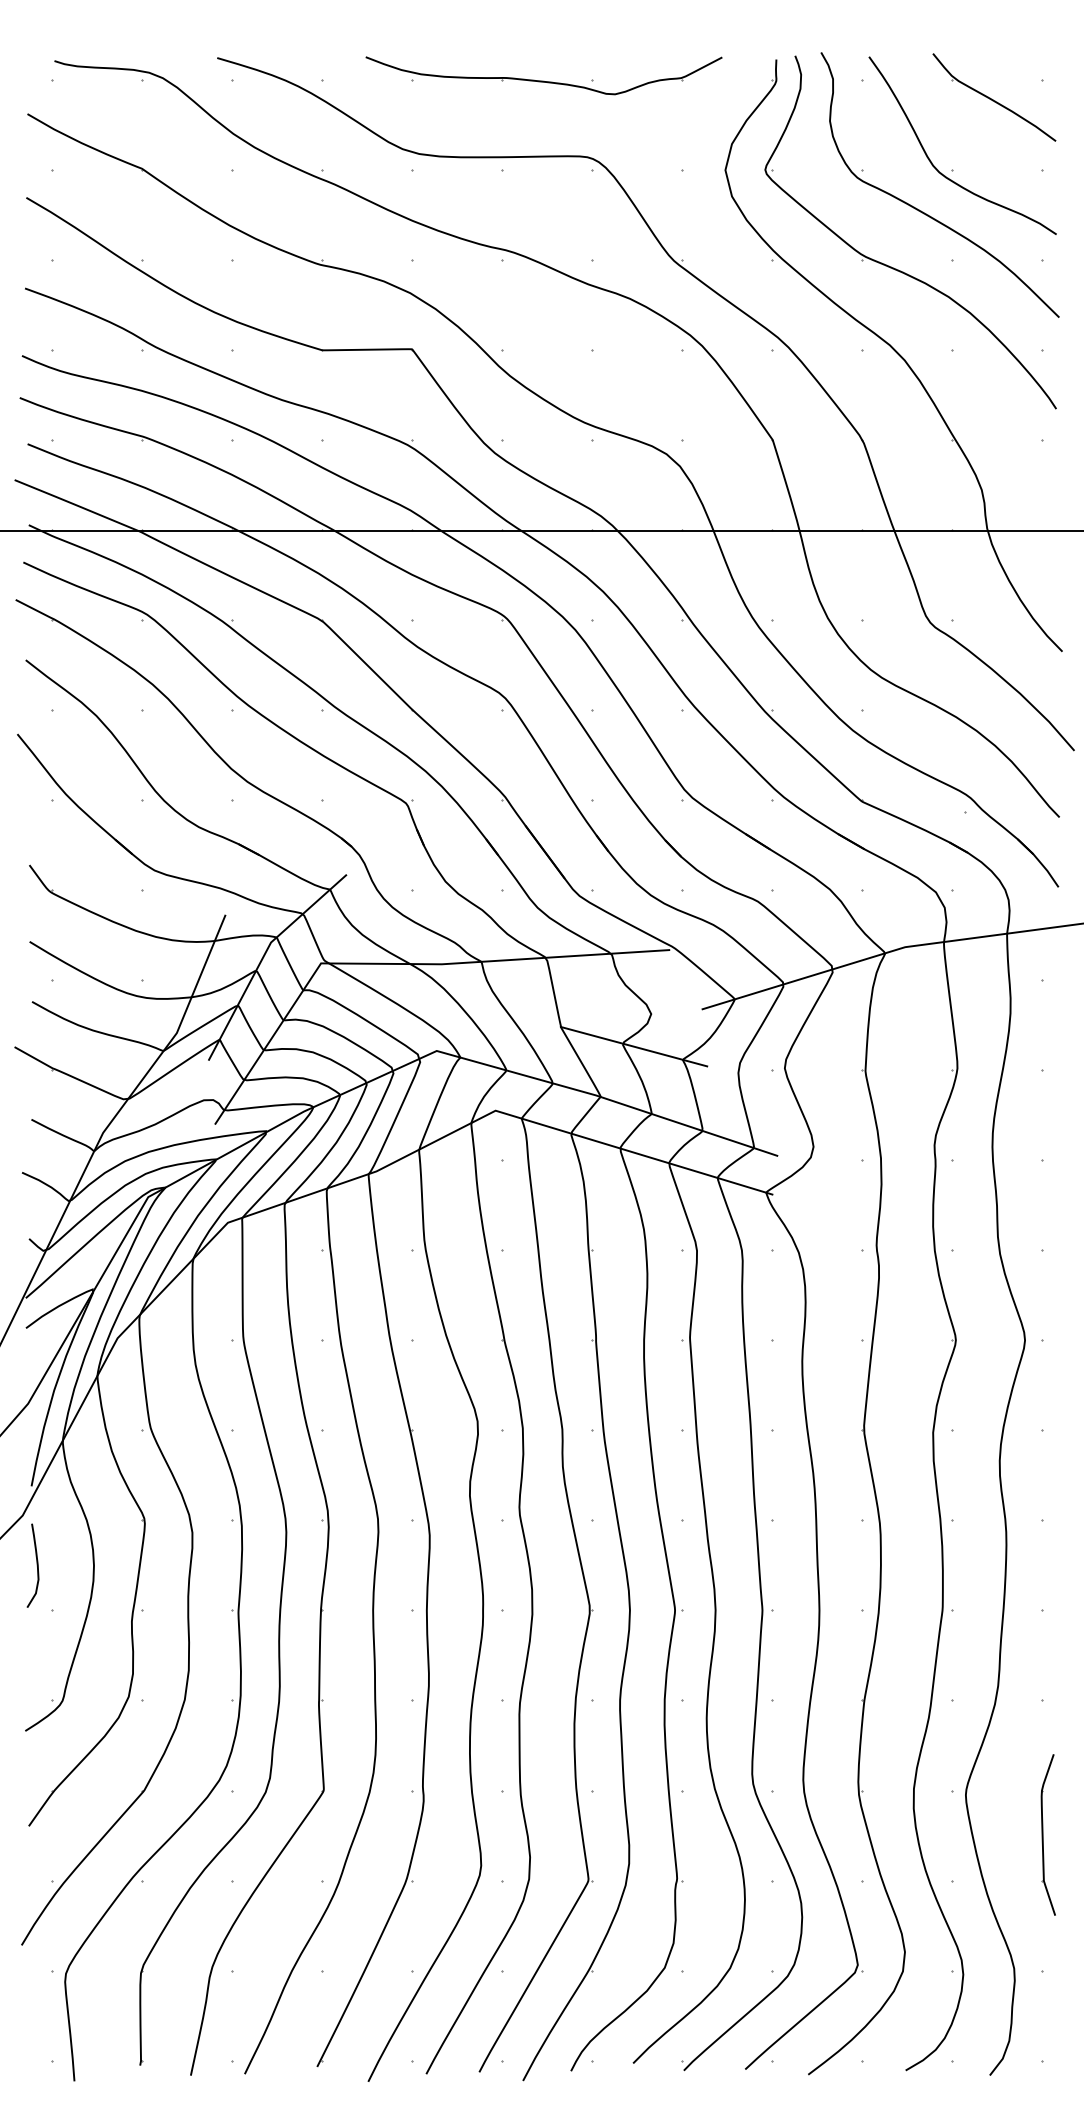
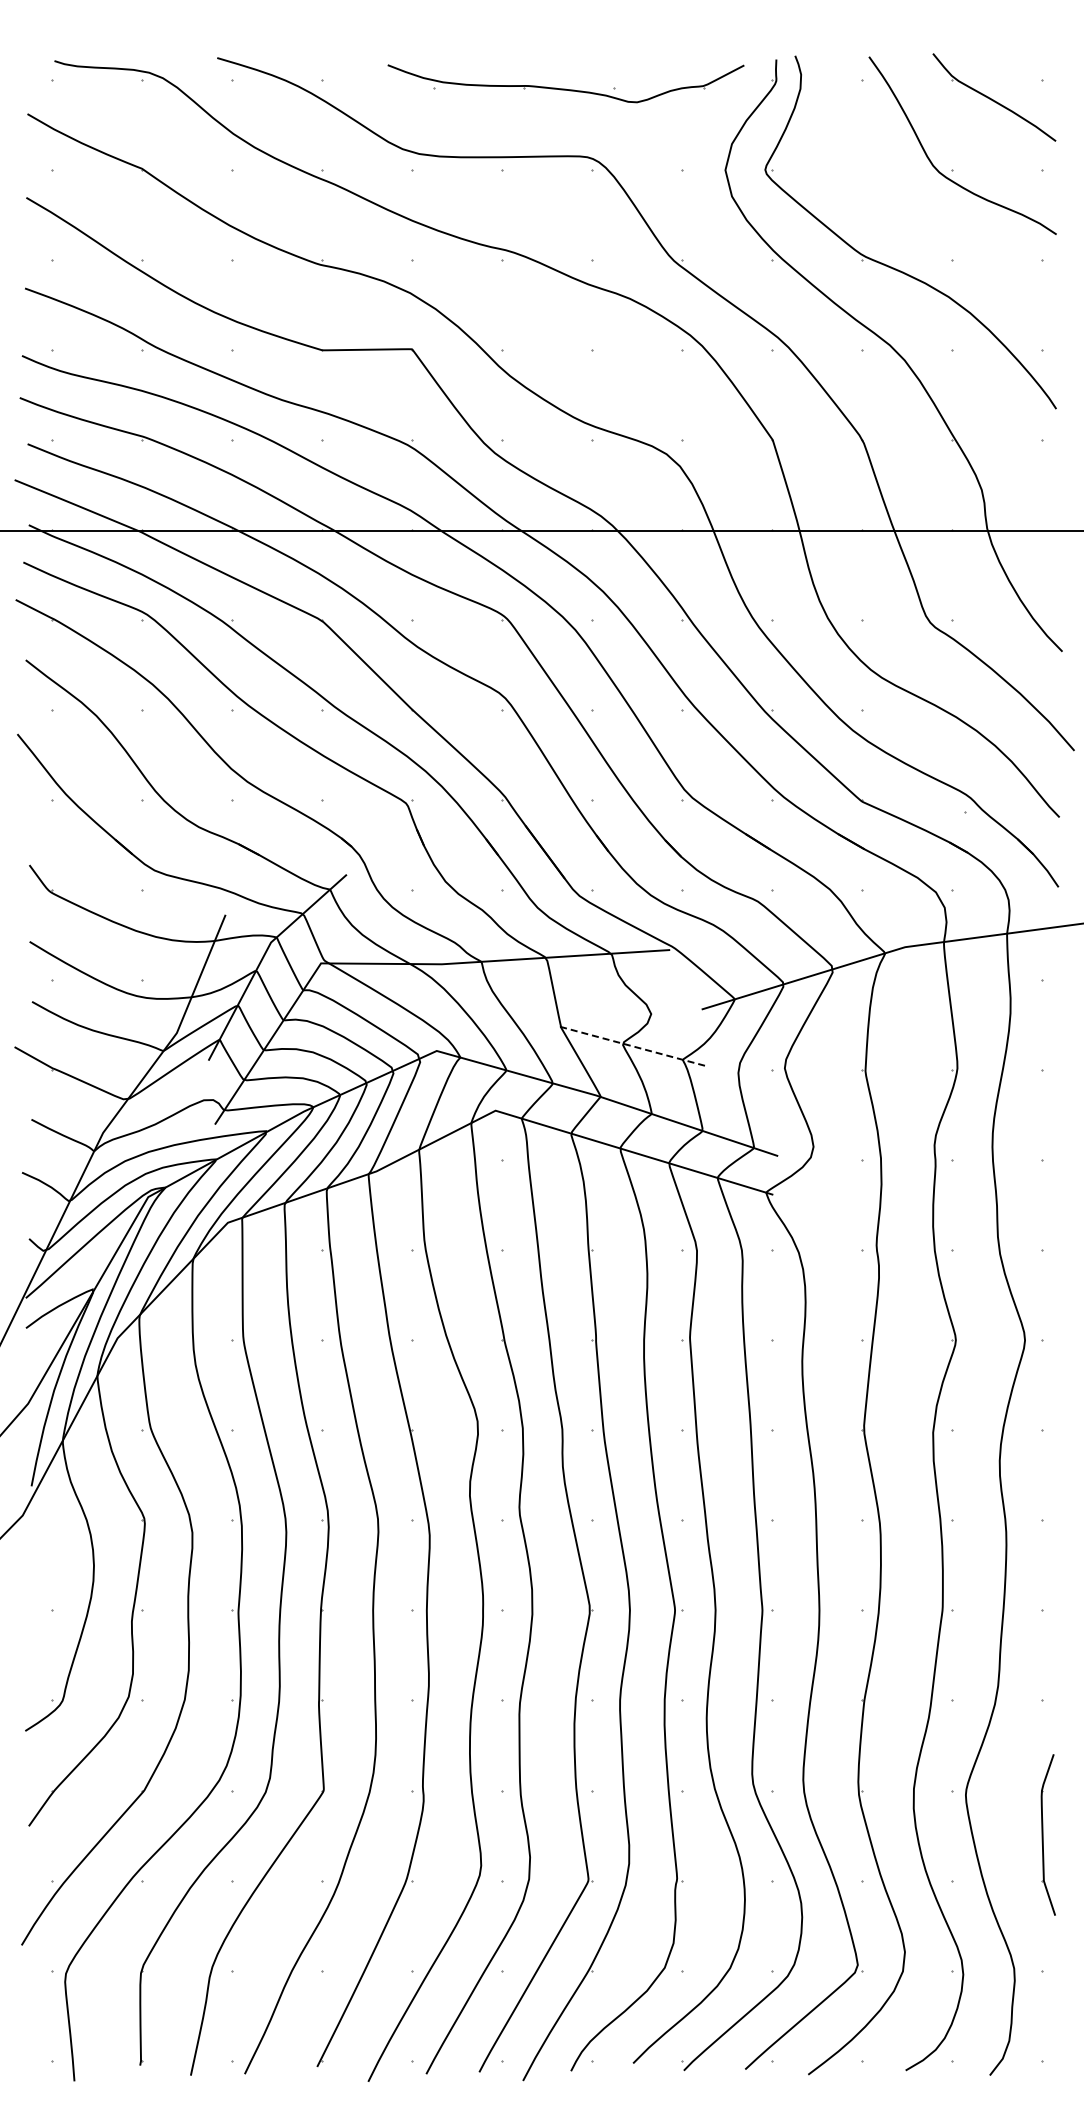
part at (543, 75) position: (543, 75) -> (565, 83)
part at (921, 210): present -> none
line at (634, 1046): solid -> dashed
curve at (36, 1565): present -> none
